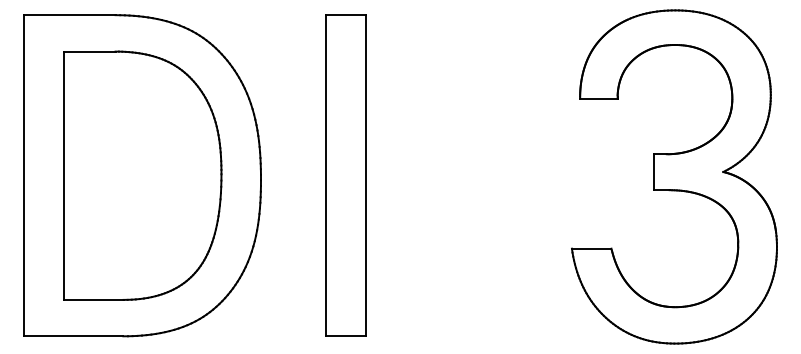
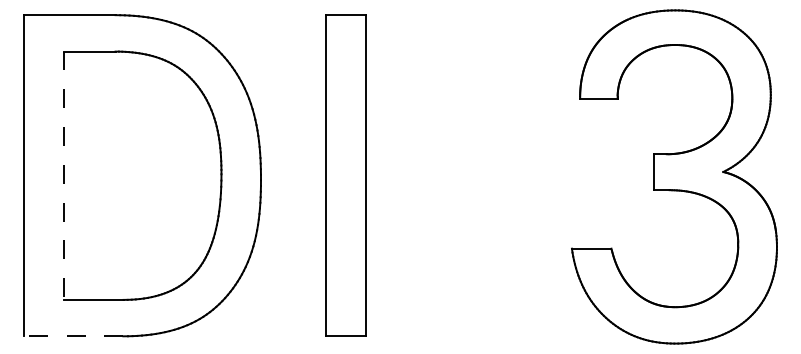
line at (63, 176): solid -> dashed
line at (73, 336): solid -> dashed
